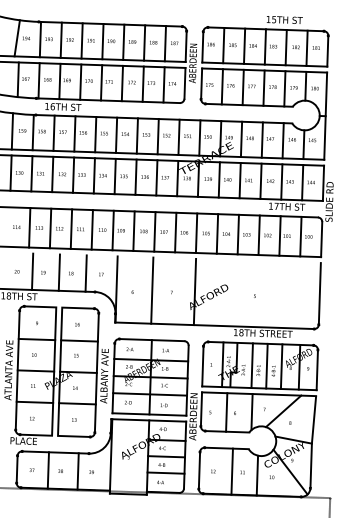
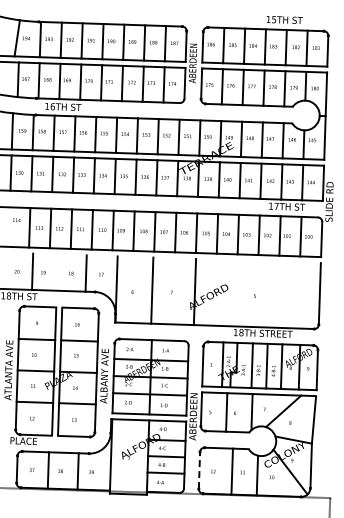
text at (16, 226) position: (16, 226) -> (16, 219)
line at (58, 272): present -> none
line at (199, 470): solid -> dashed
